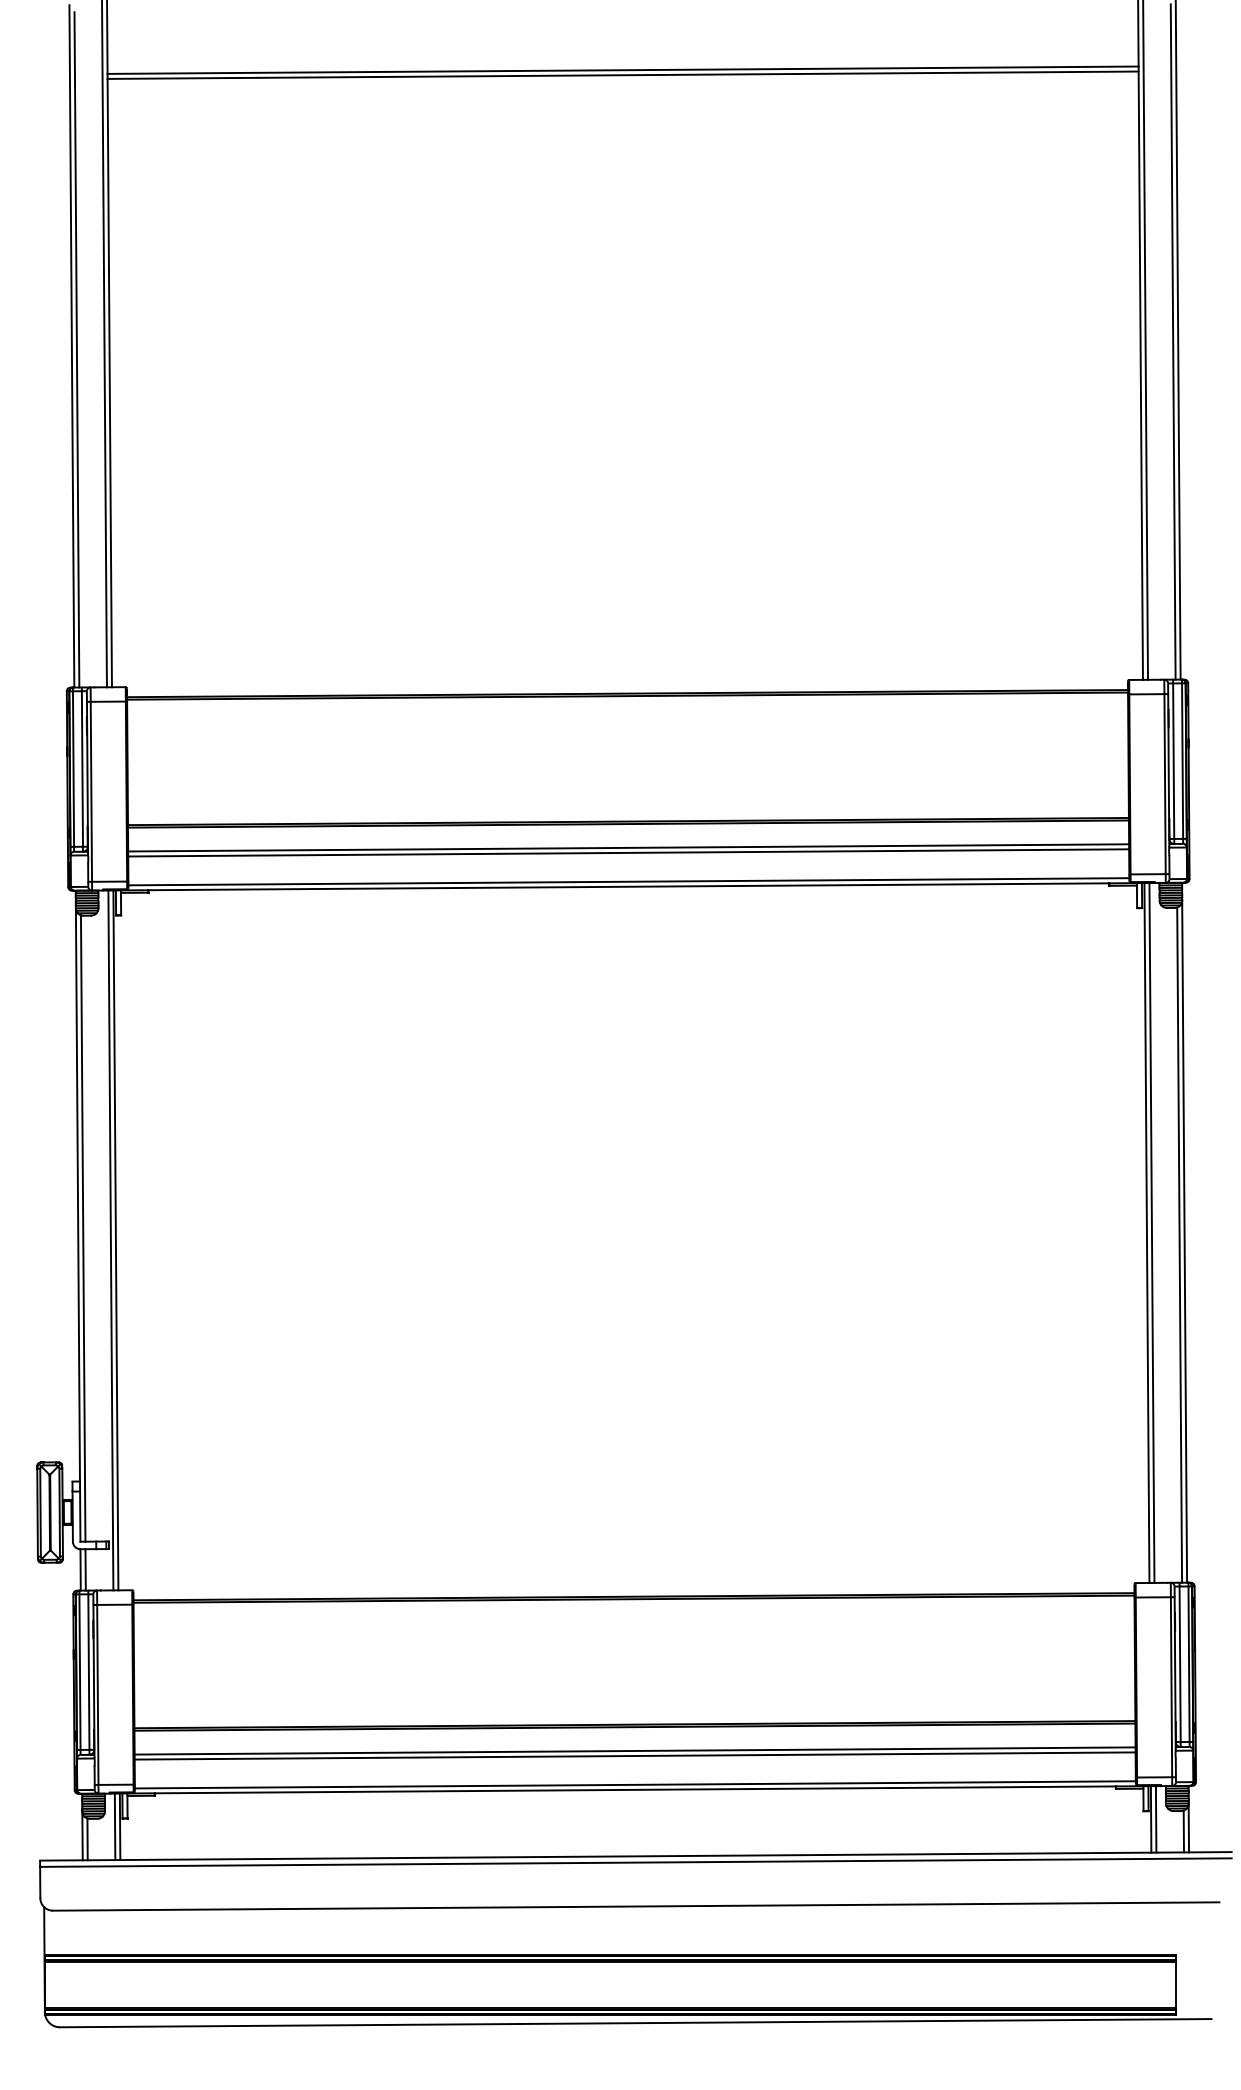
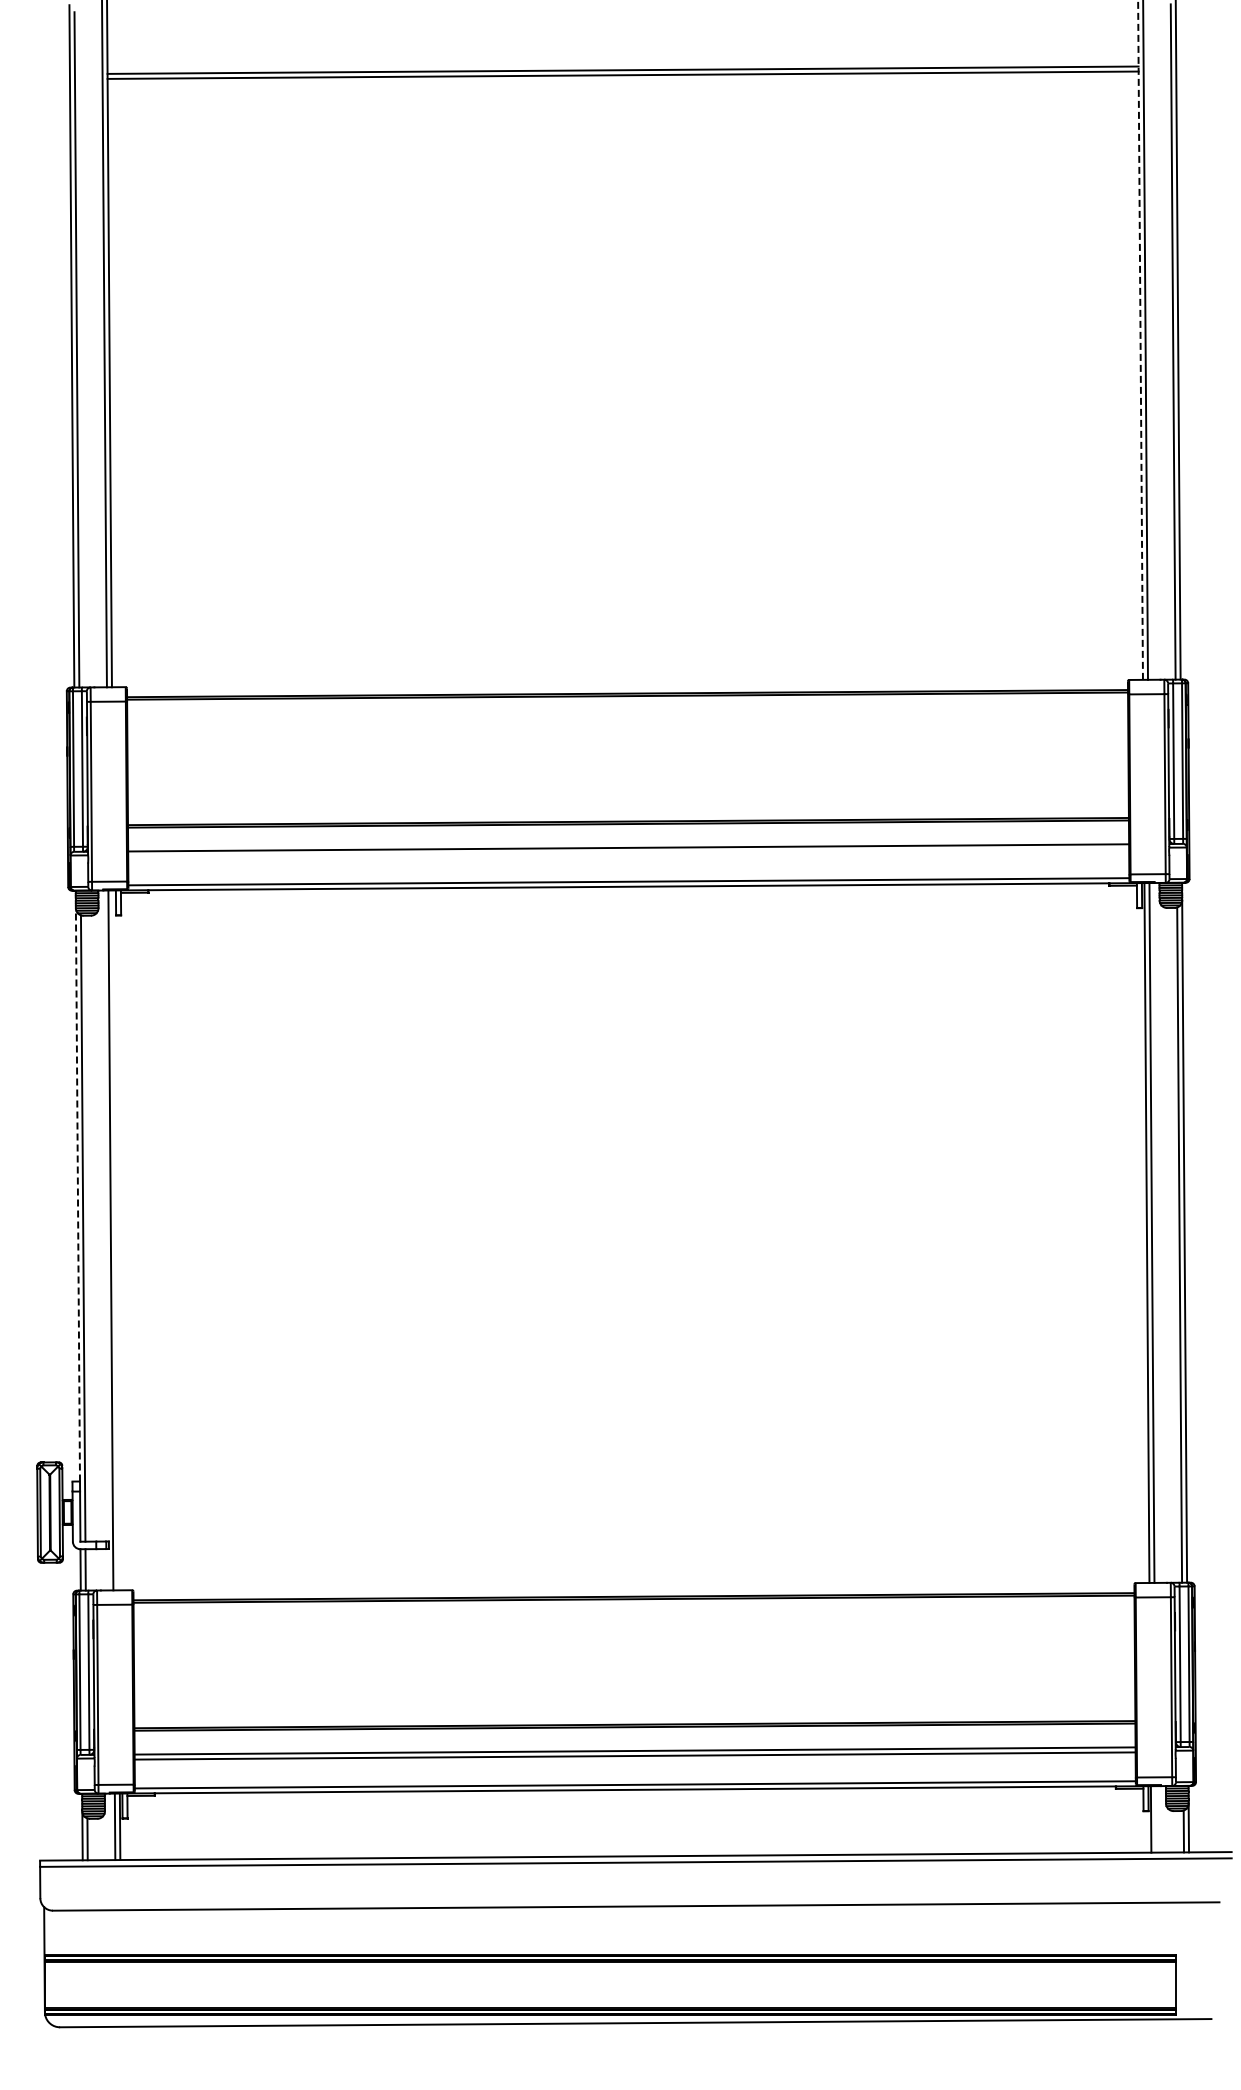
line at (1140, 339): solid -> dashed
line at (628, 852): present -> none
line at (77, 1194): solid -> dashed
line at (115, 1240): present -> none
line at (1155, 1819): present -> none
